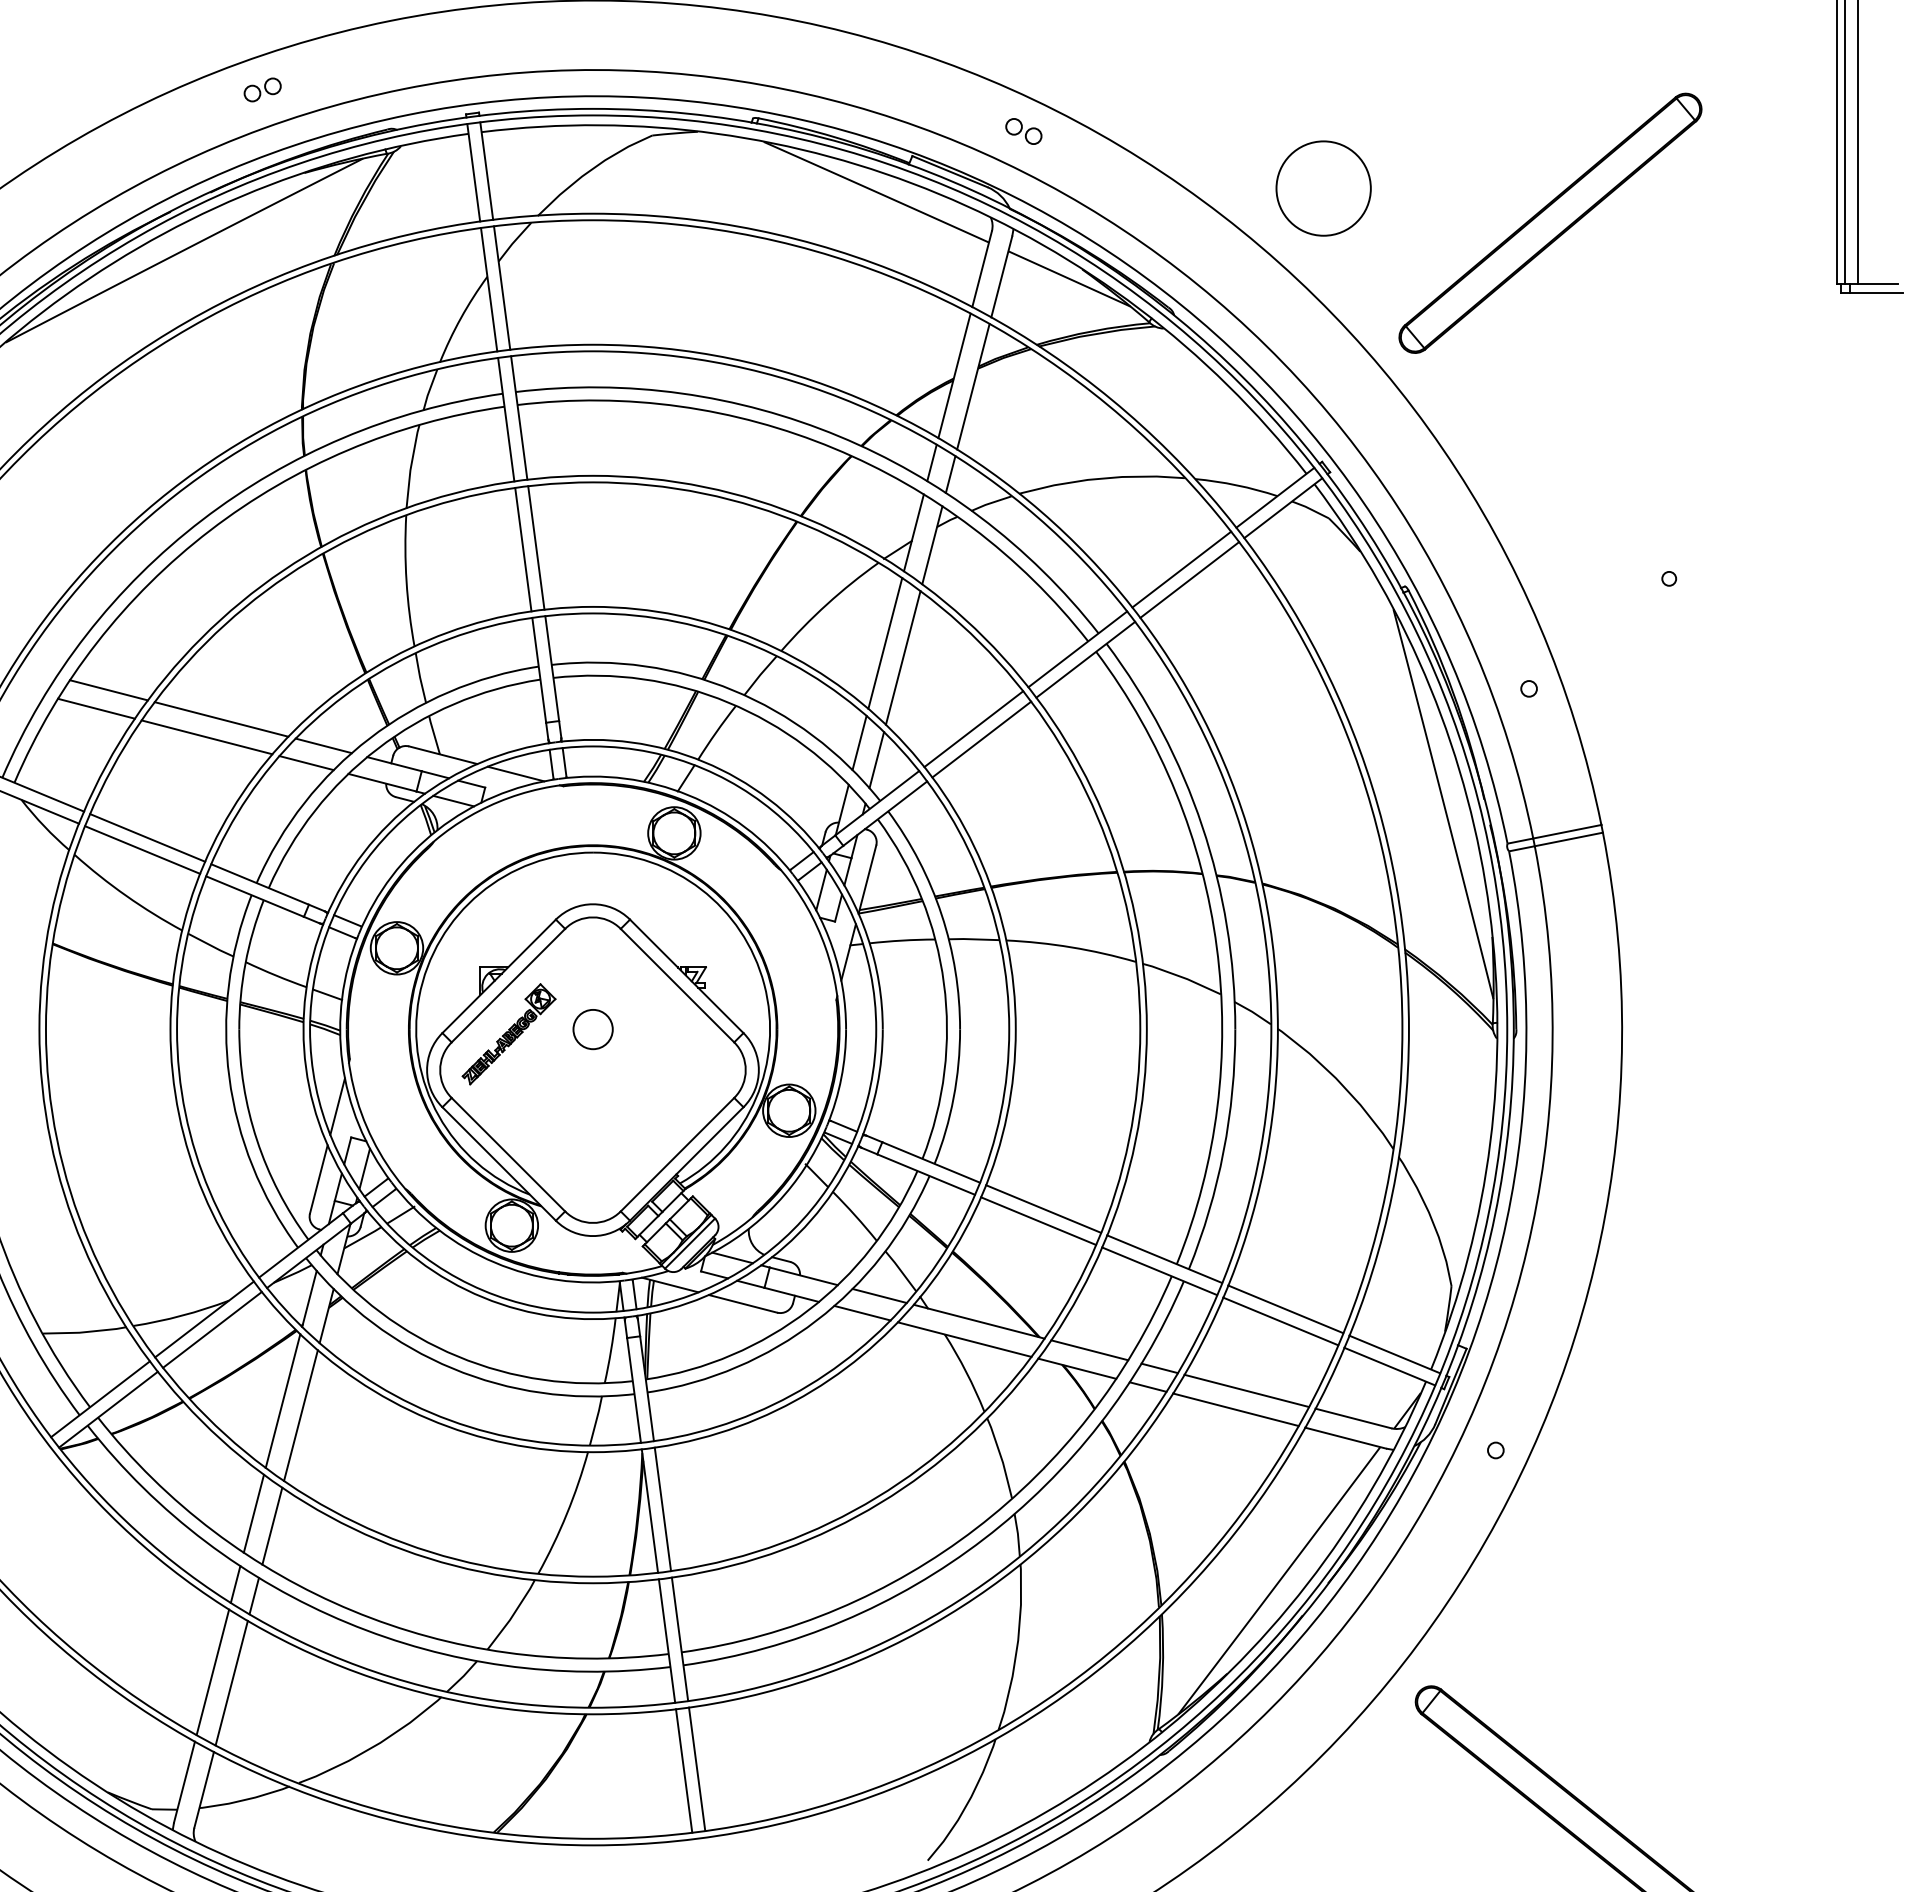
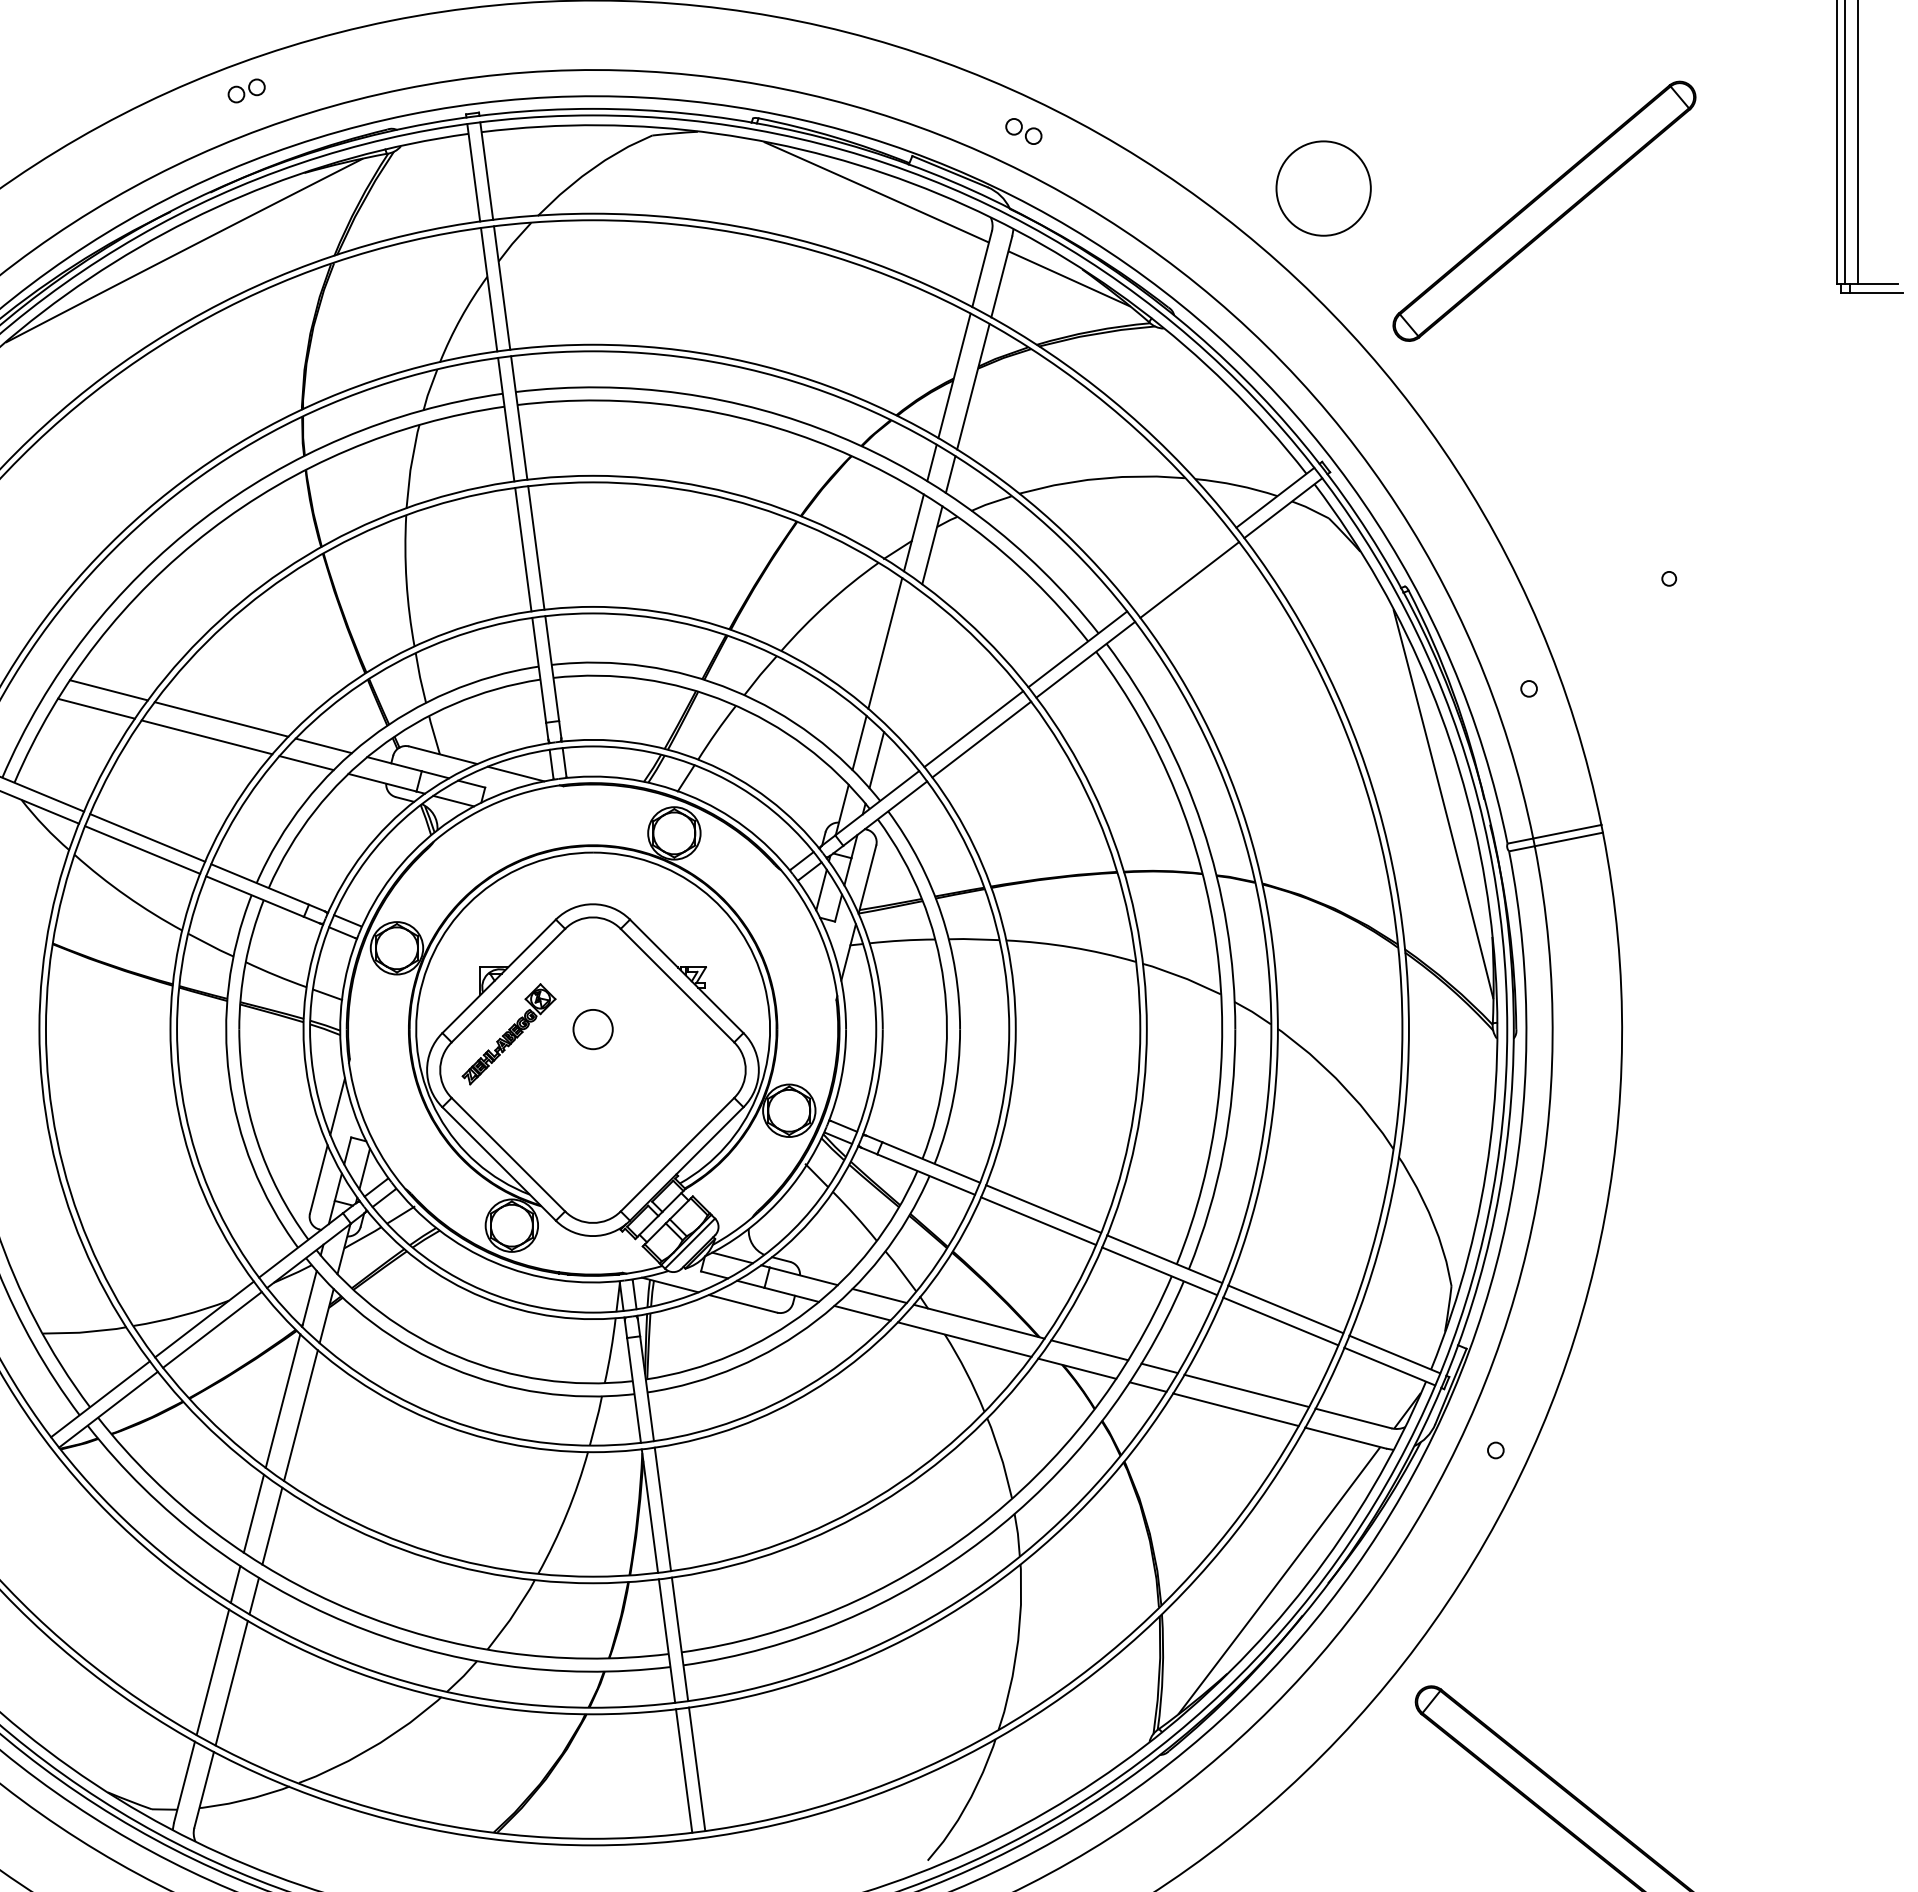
part at (262, 89) position: (262, 89) -> (246, 90)
part at (1550, 222) position: (1550, 222) -> (1544, 210)
line at (1181, 569): present -> none
line at (902, 657): present -> none
